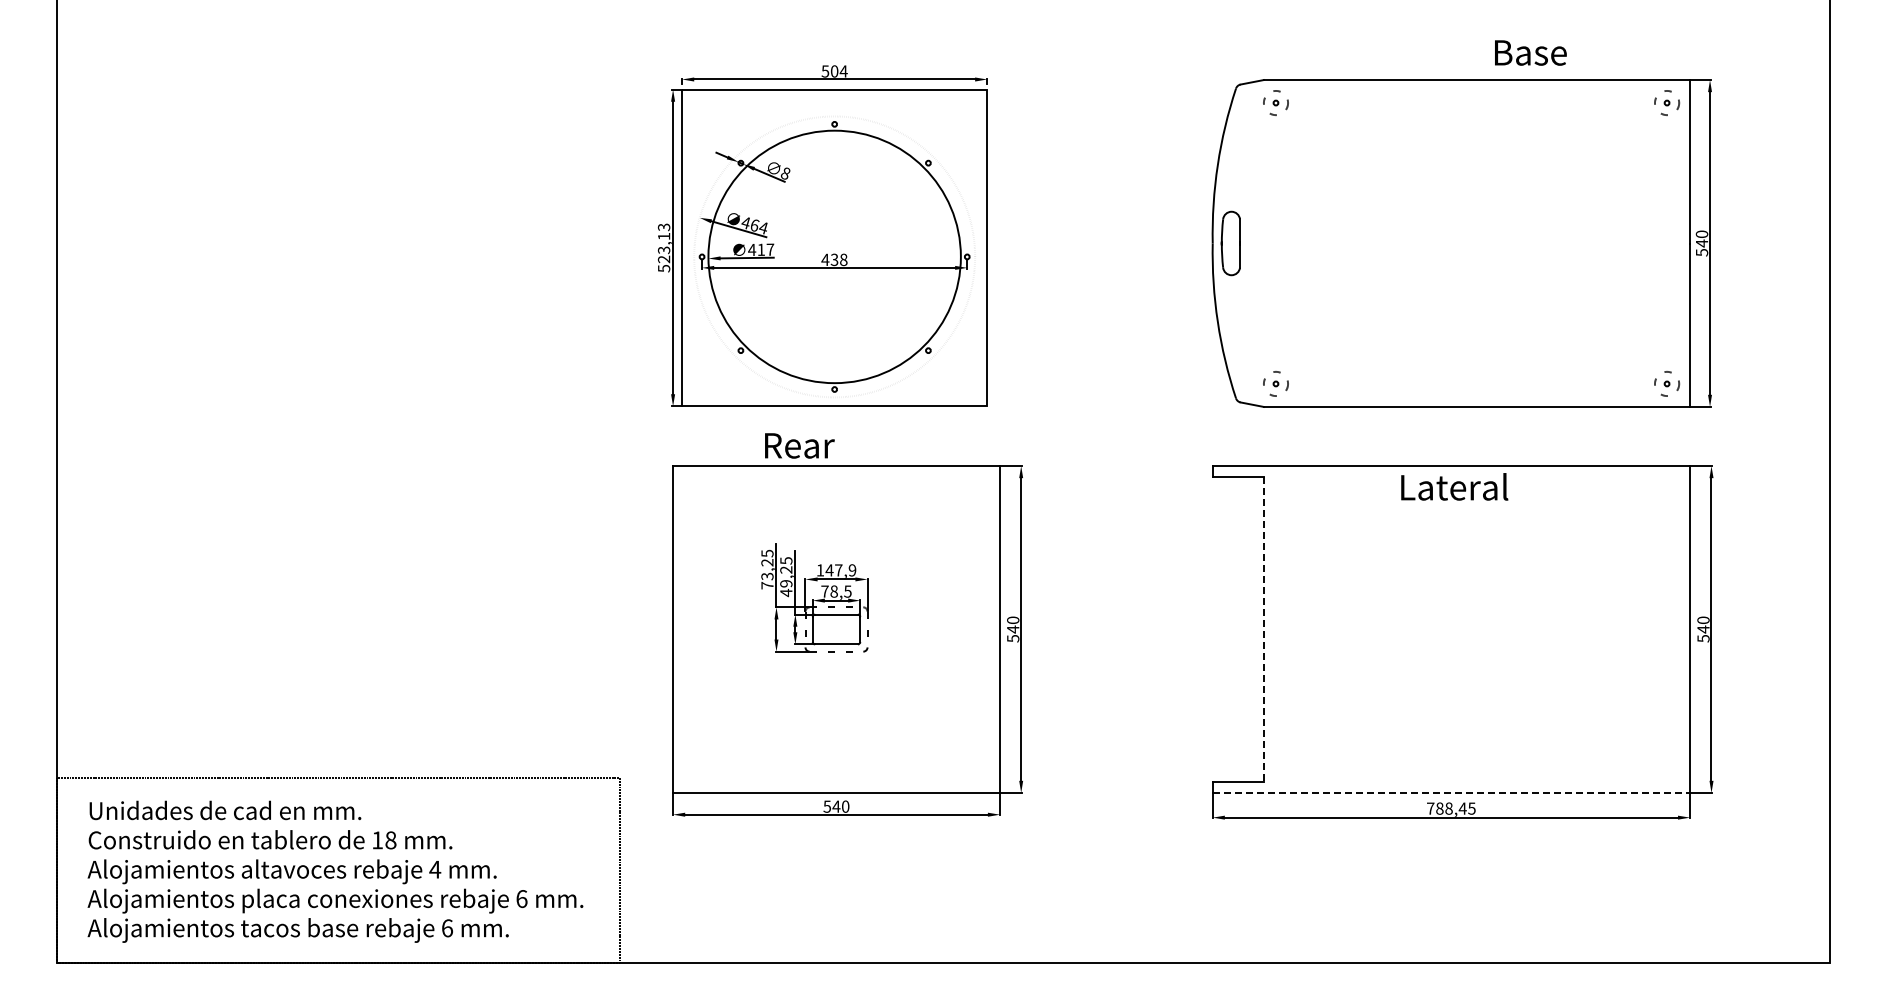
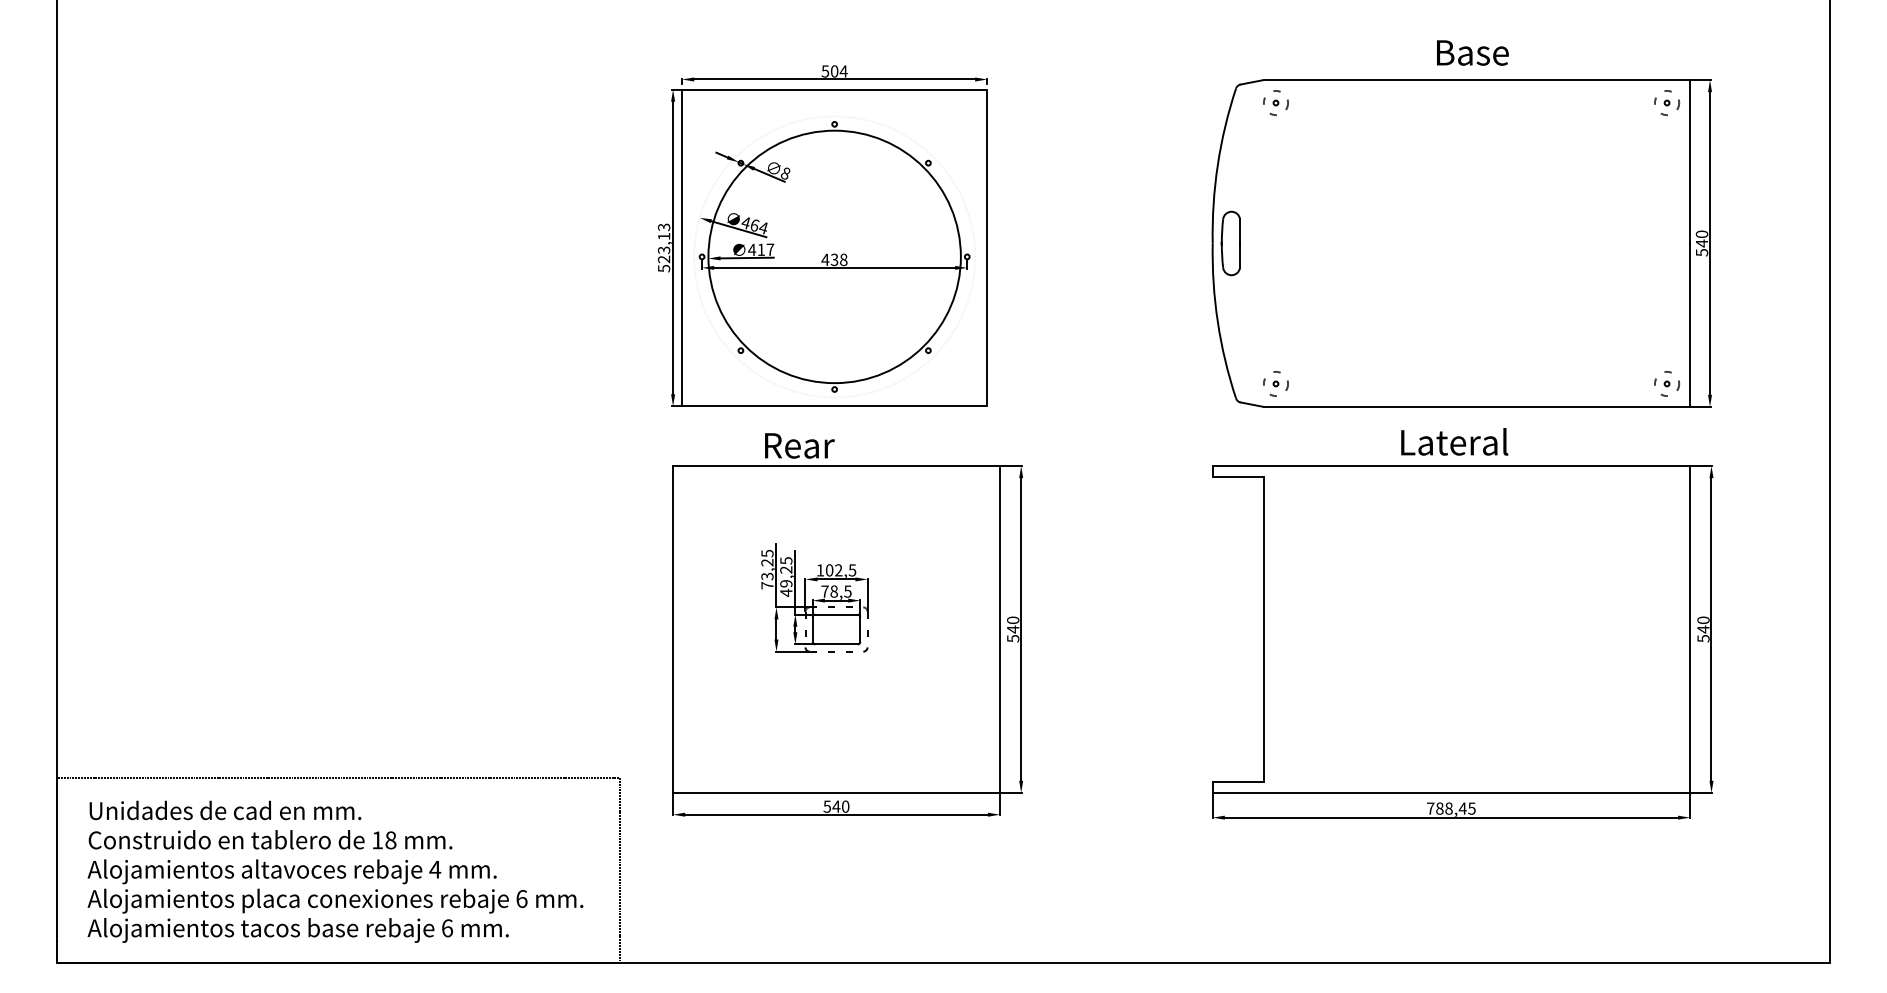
text at (1530, 52) position: (1530, 52) -> (1472, 52)
text at (1454, 486) position: (1454, 486) -> (1454, 441)
text at (840, 570): 147,9 -> 102,5
line at (1263, 629): dashed -> solid
line at (1451, 792): dashed -> solid
